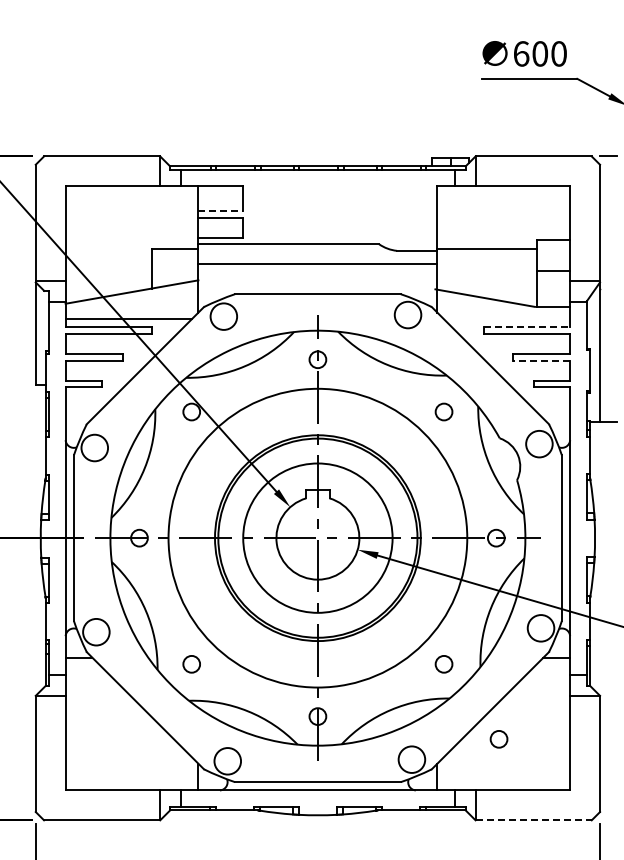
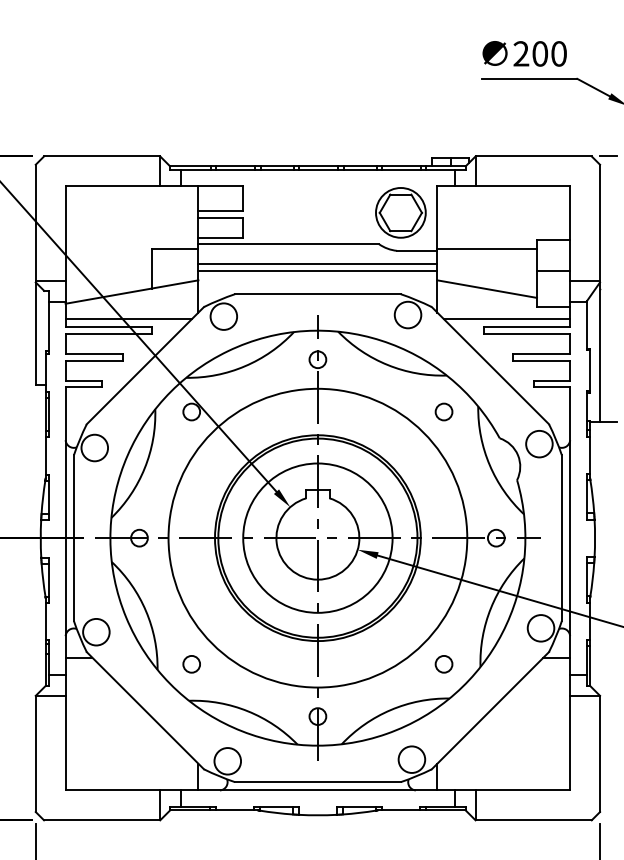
text at (521, 53): 600 -> 200
line at (221, 211): dashed -> solid
part at (400, 212): none -> present
line at (317, 270): none -> present
line at (484, 297) position: (484, 297) -> (486, 288)
line at (506, 319): none -> present
line at (527, 327): dashed -> solid
line at (541, 360): dashed -> solid
circle at (498, 739): present -> none
line at (534, 820): dashed -> solid
